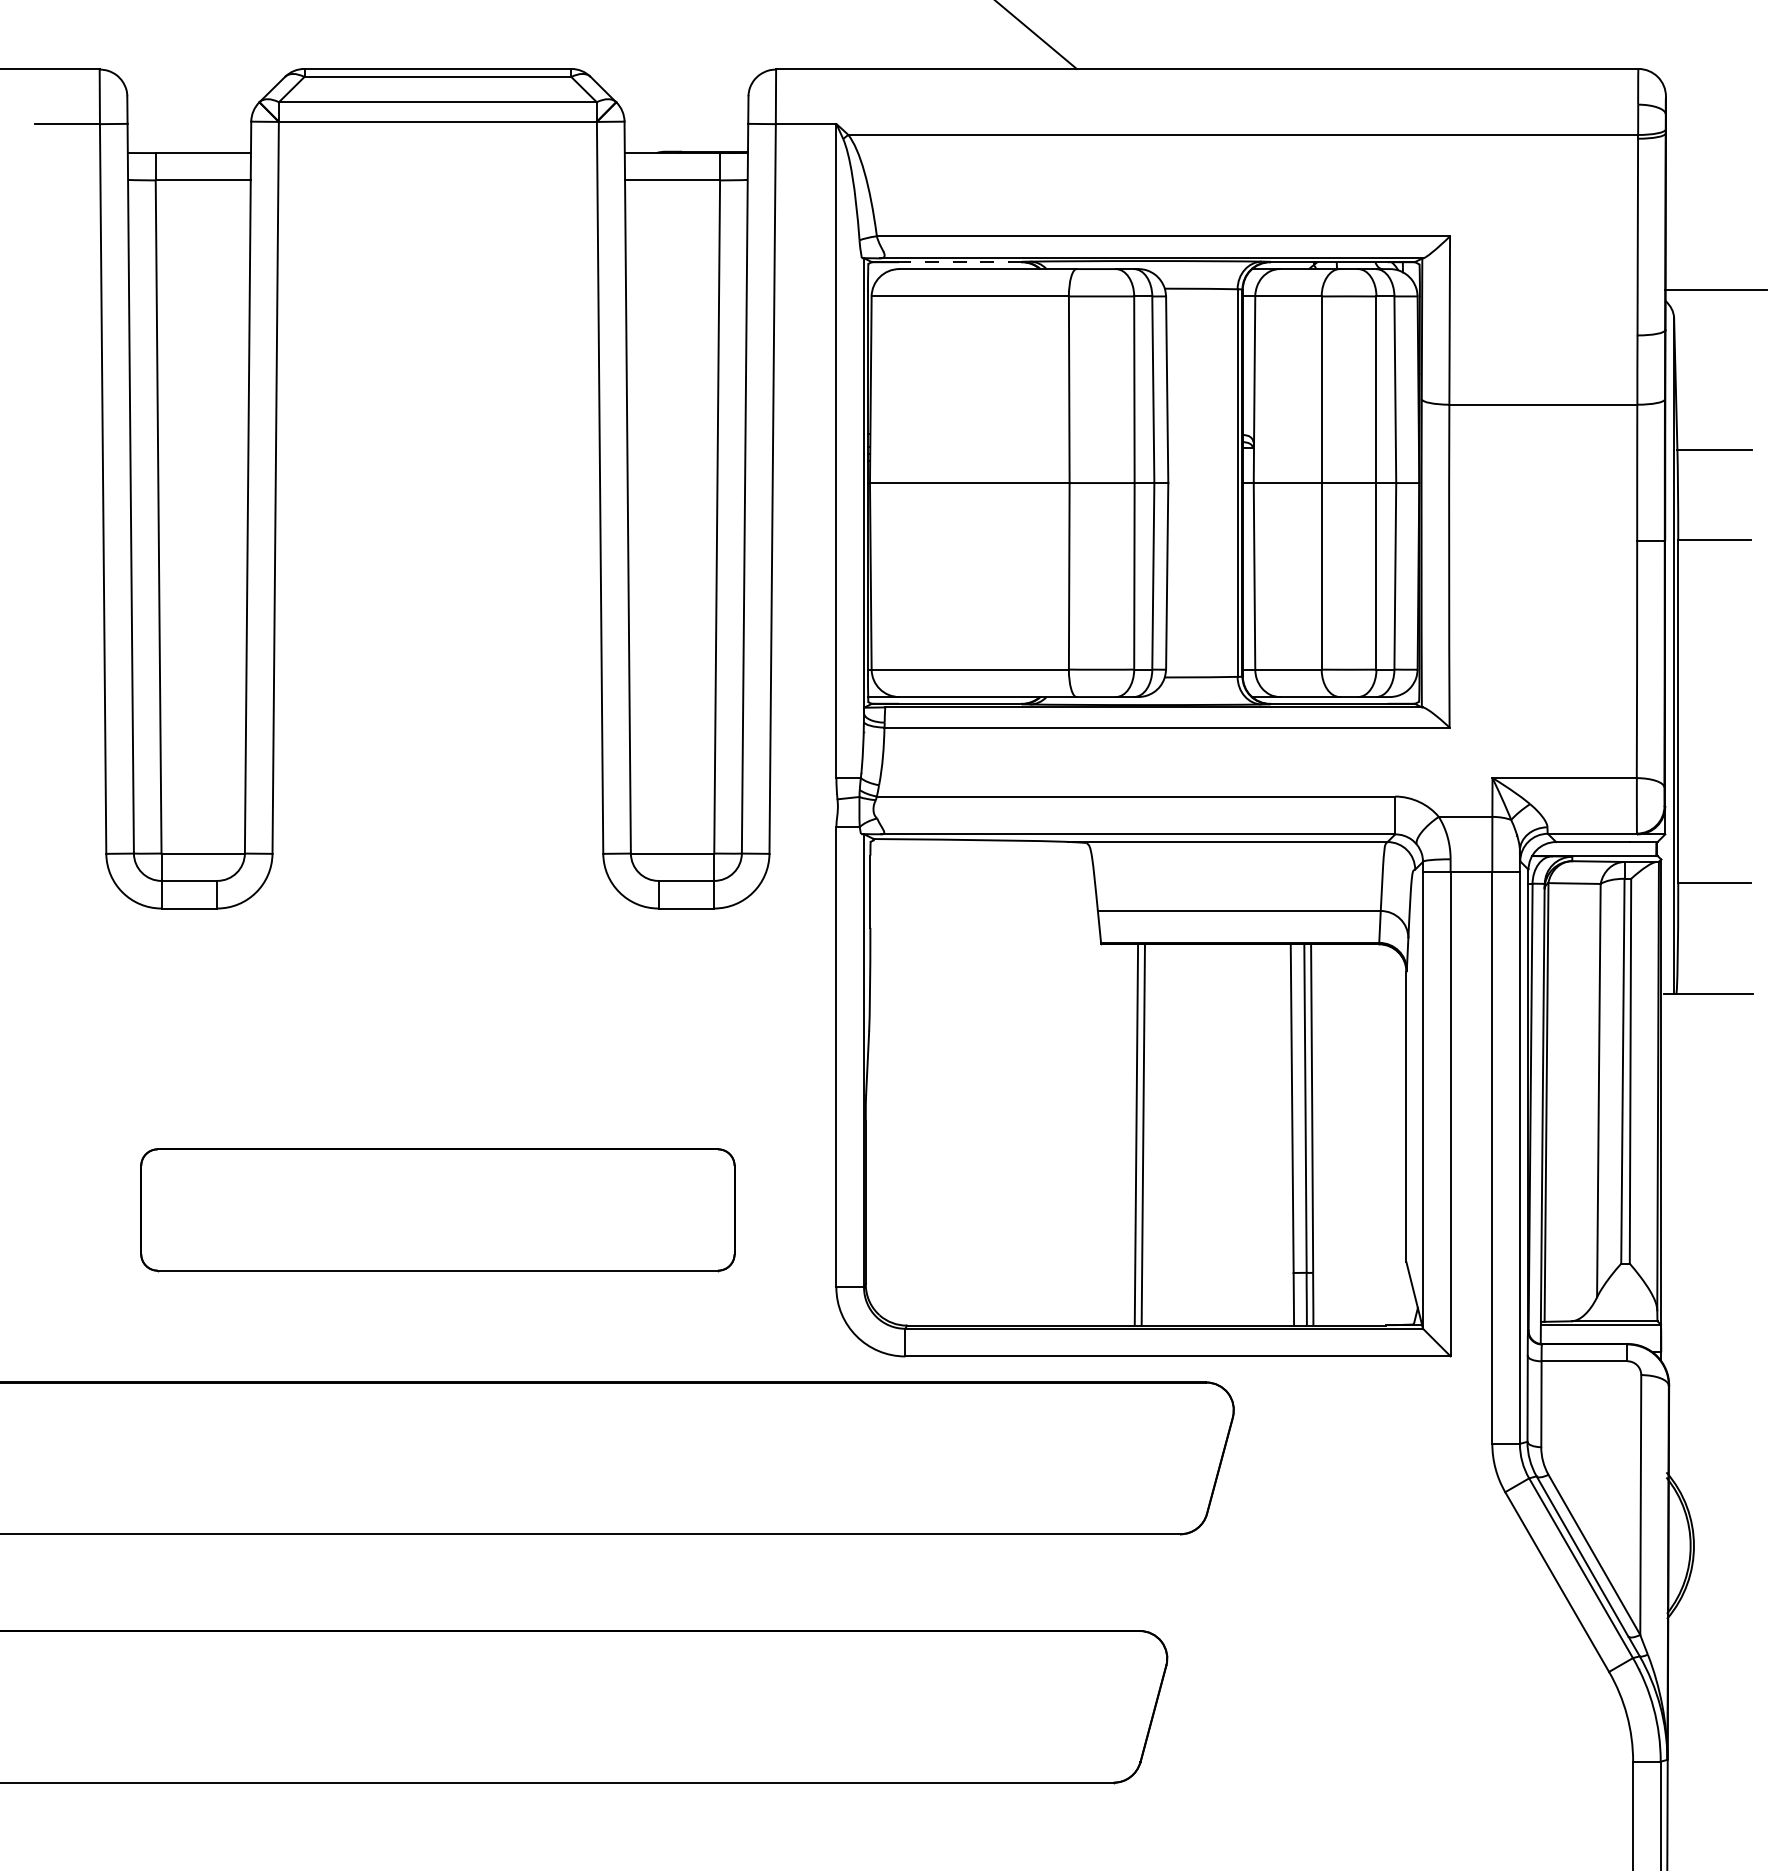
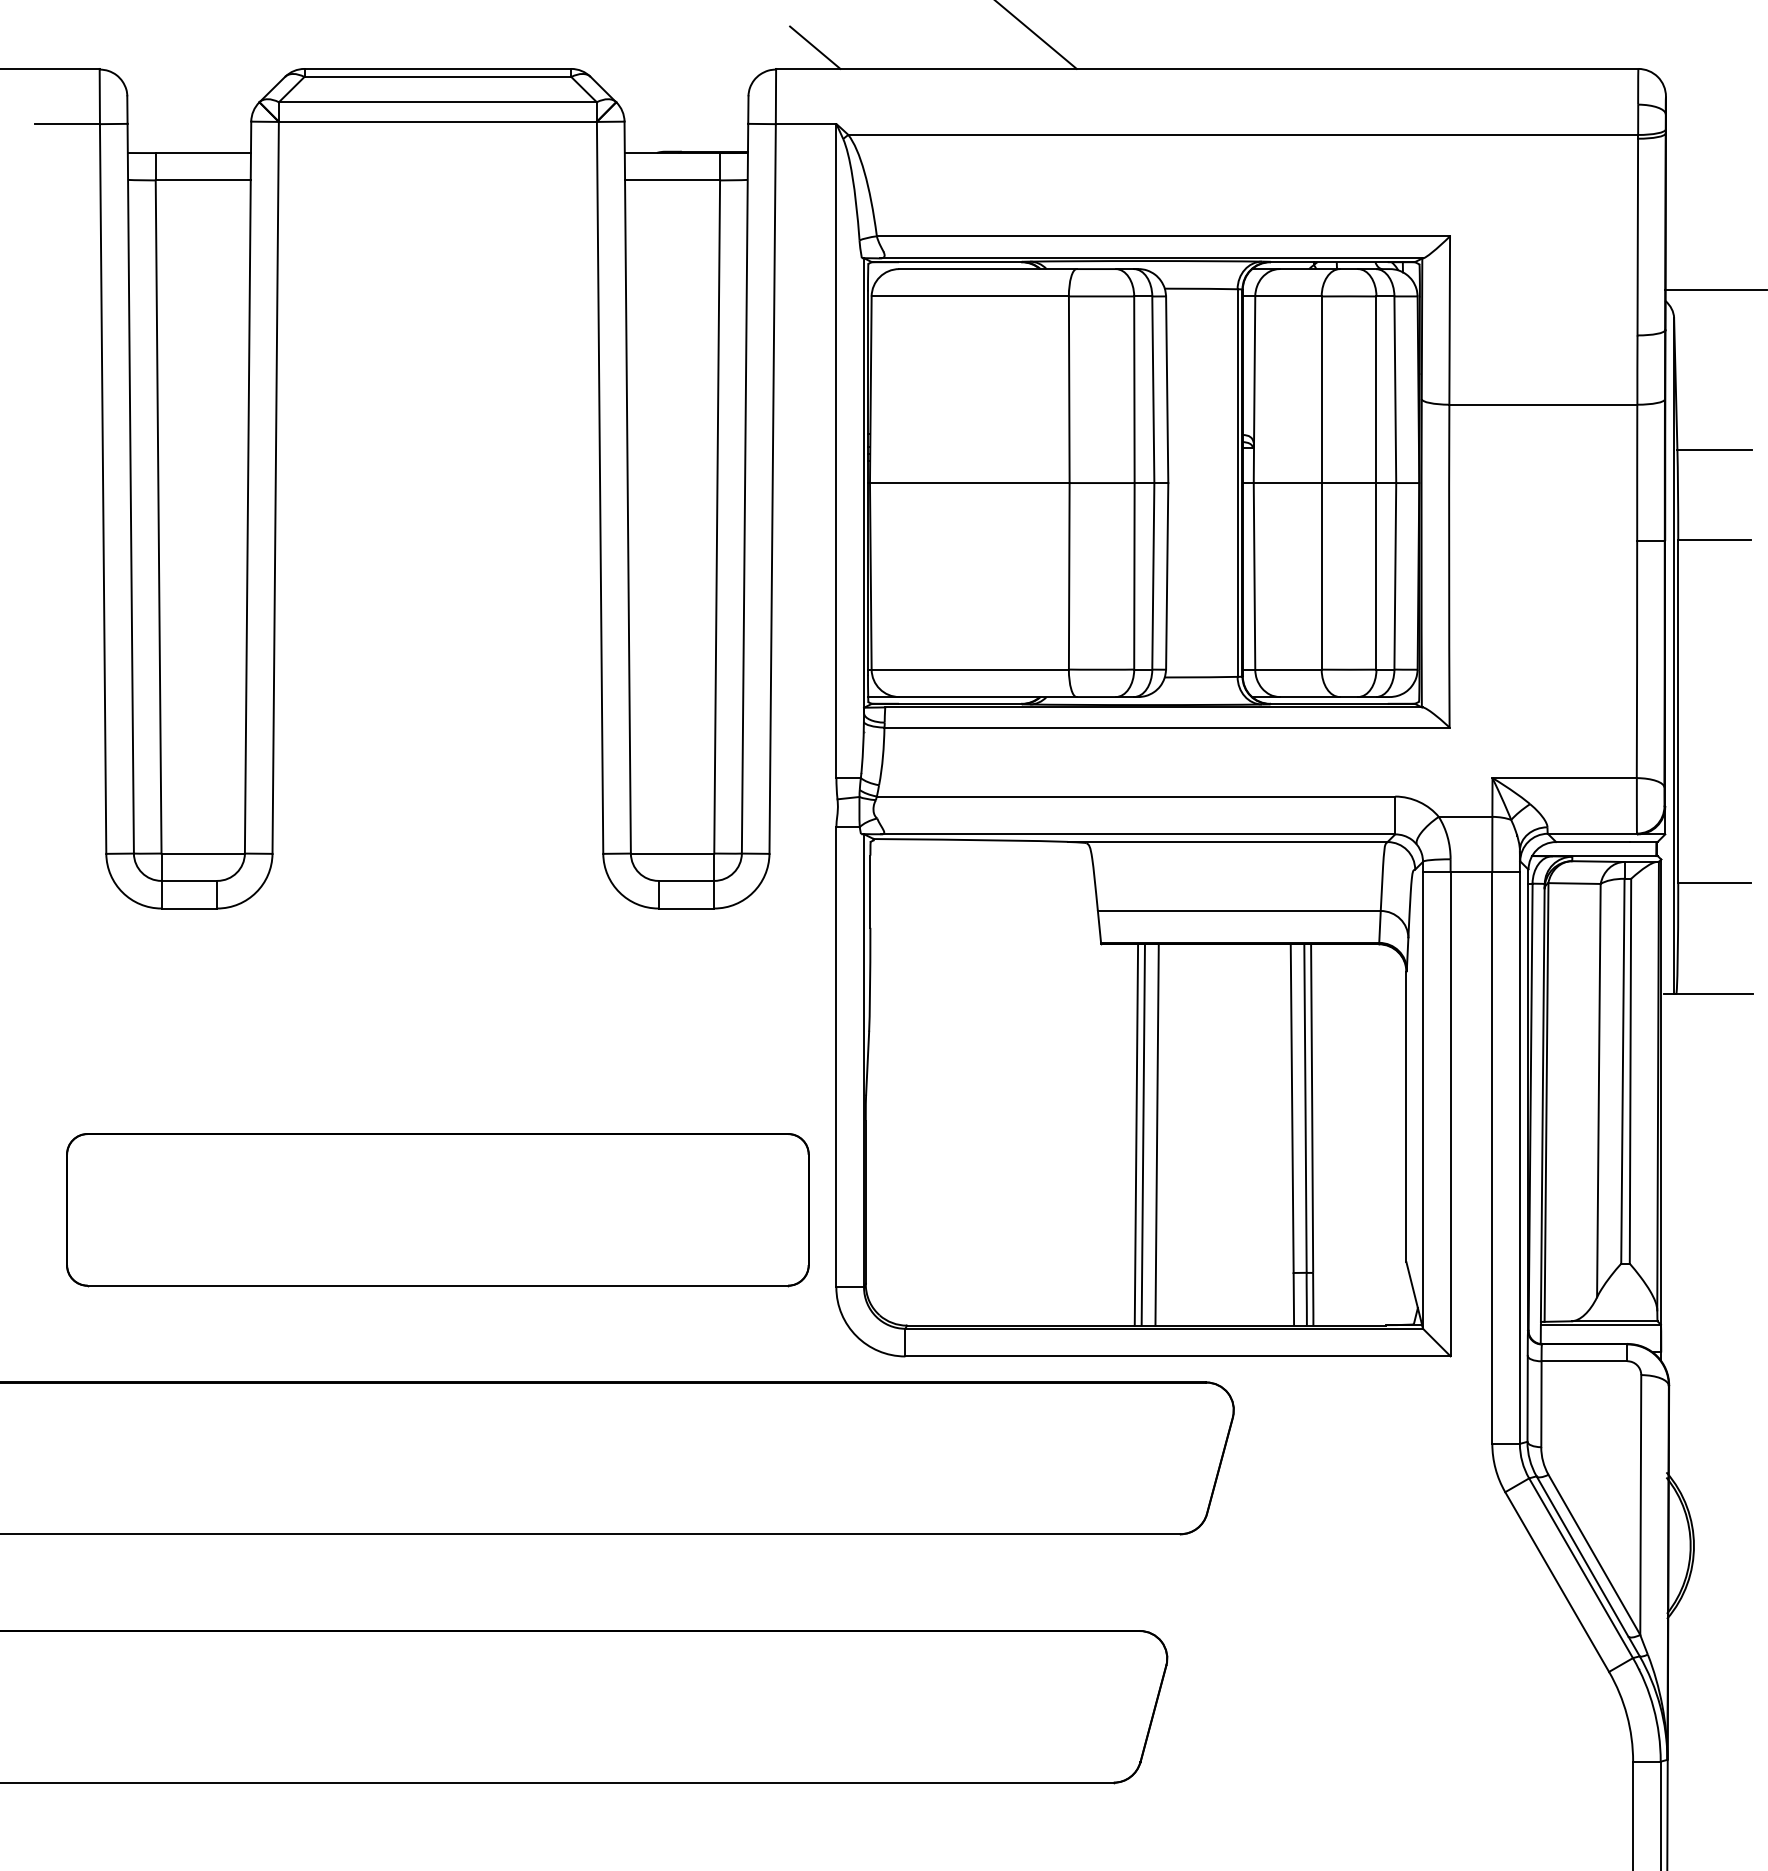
line at (815, 47): none -> present
line at (959, 262): dashed -> solid
line at (1156, 1134): none -> present
part at (437, 1210) size: 596x125 px -> 744x155 px
